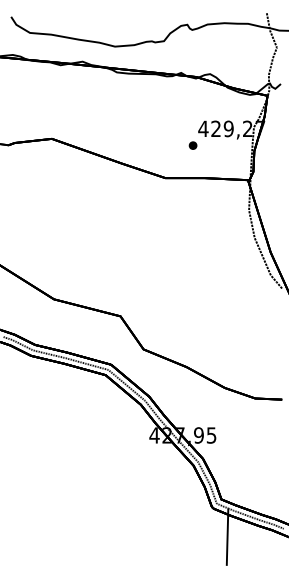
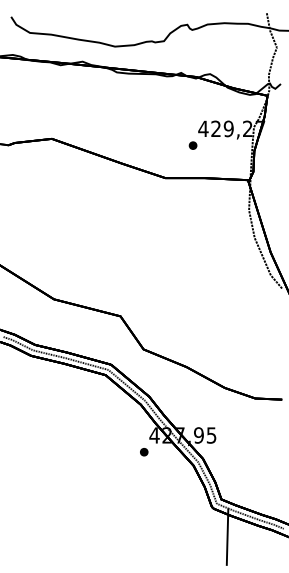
part at (144, 452): none -> present
